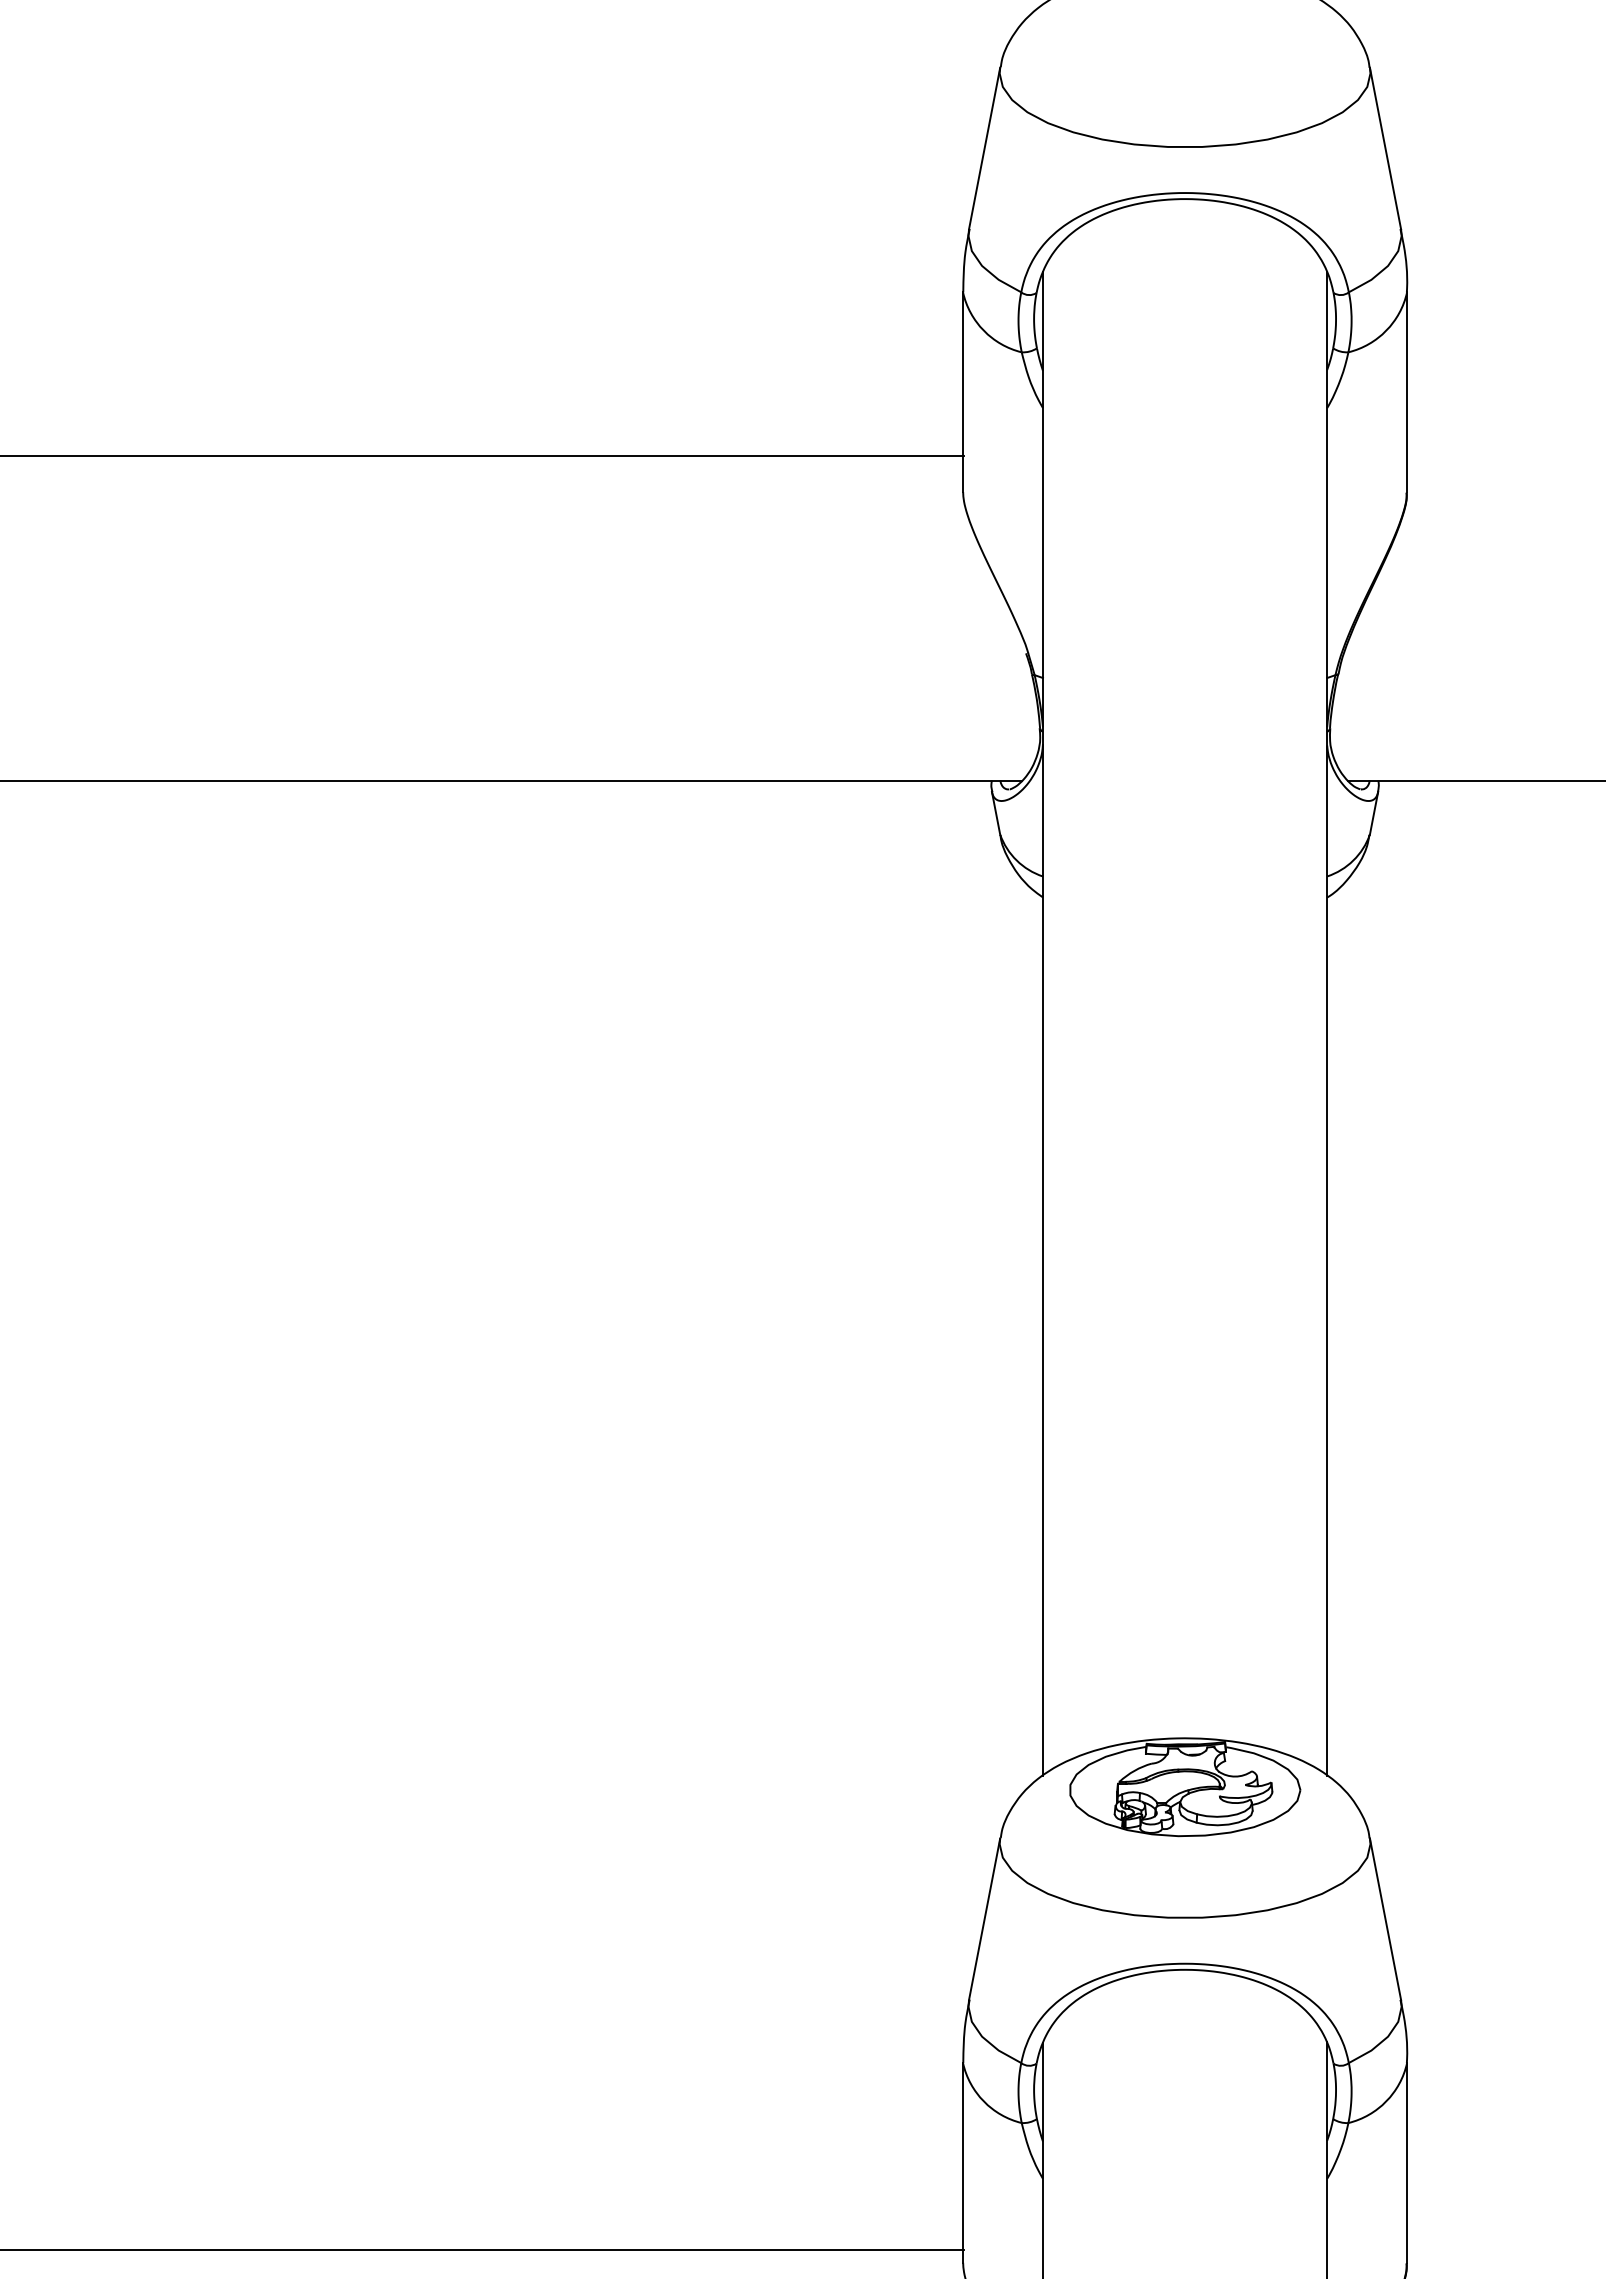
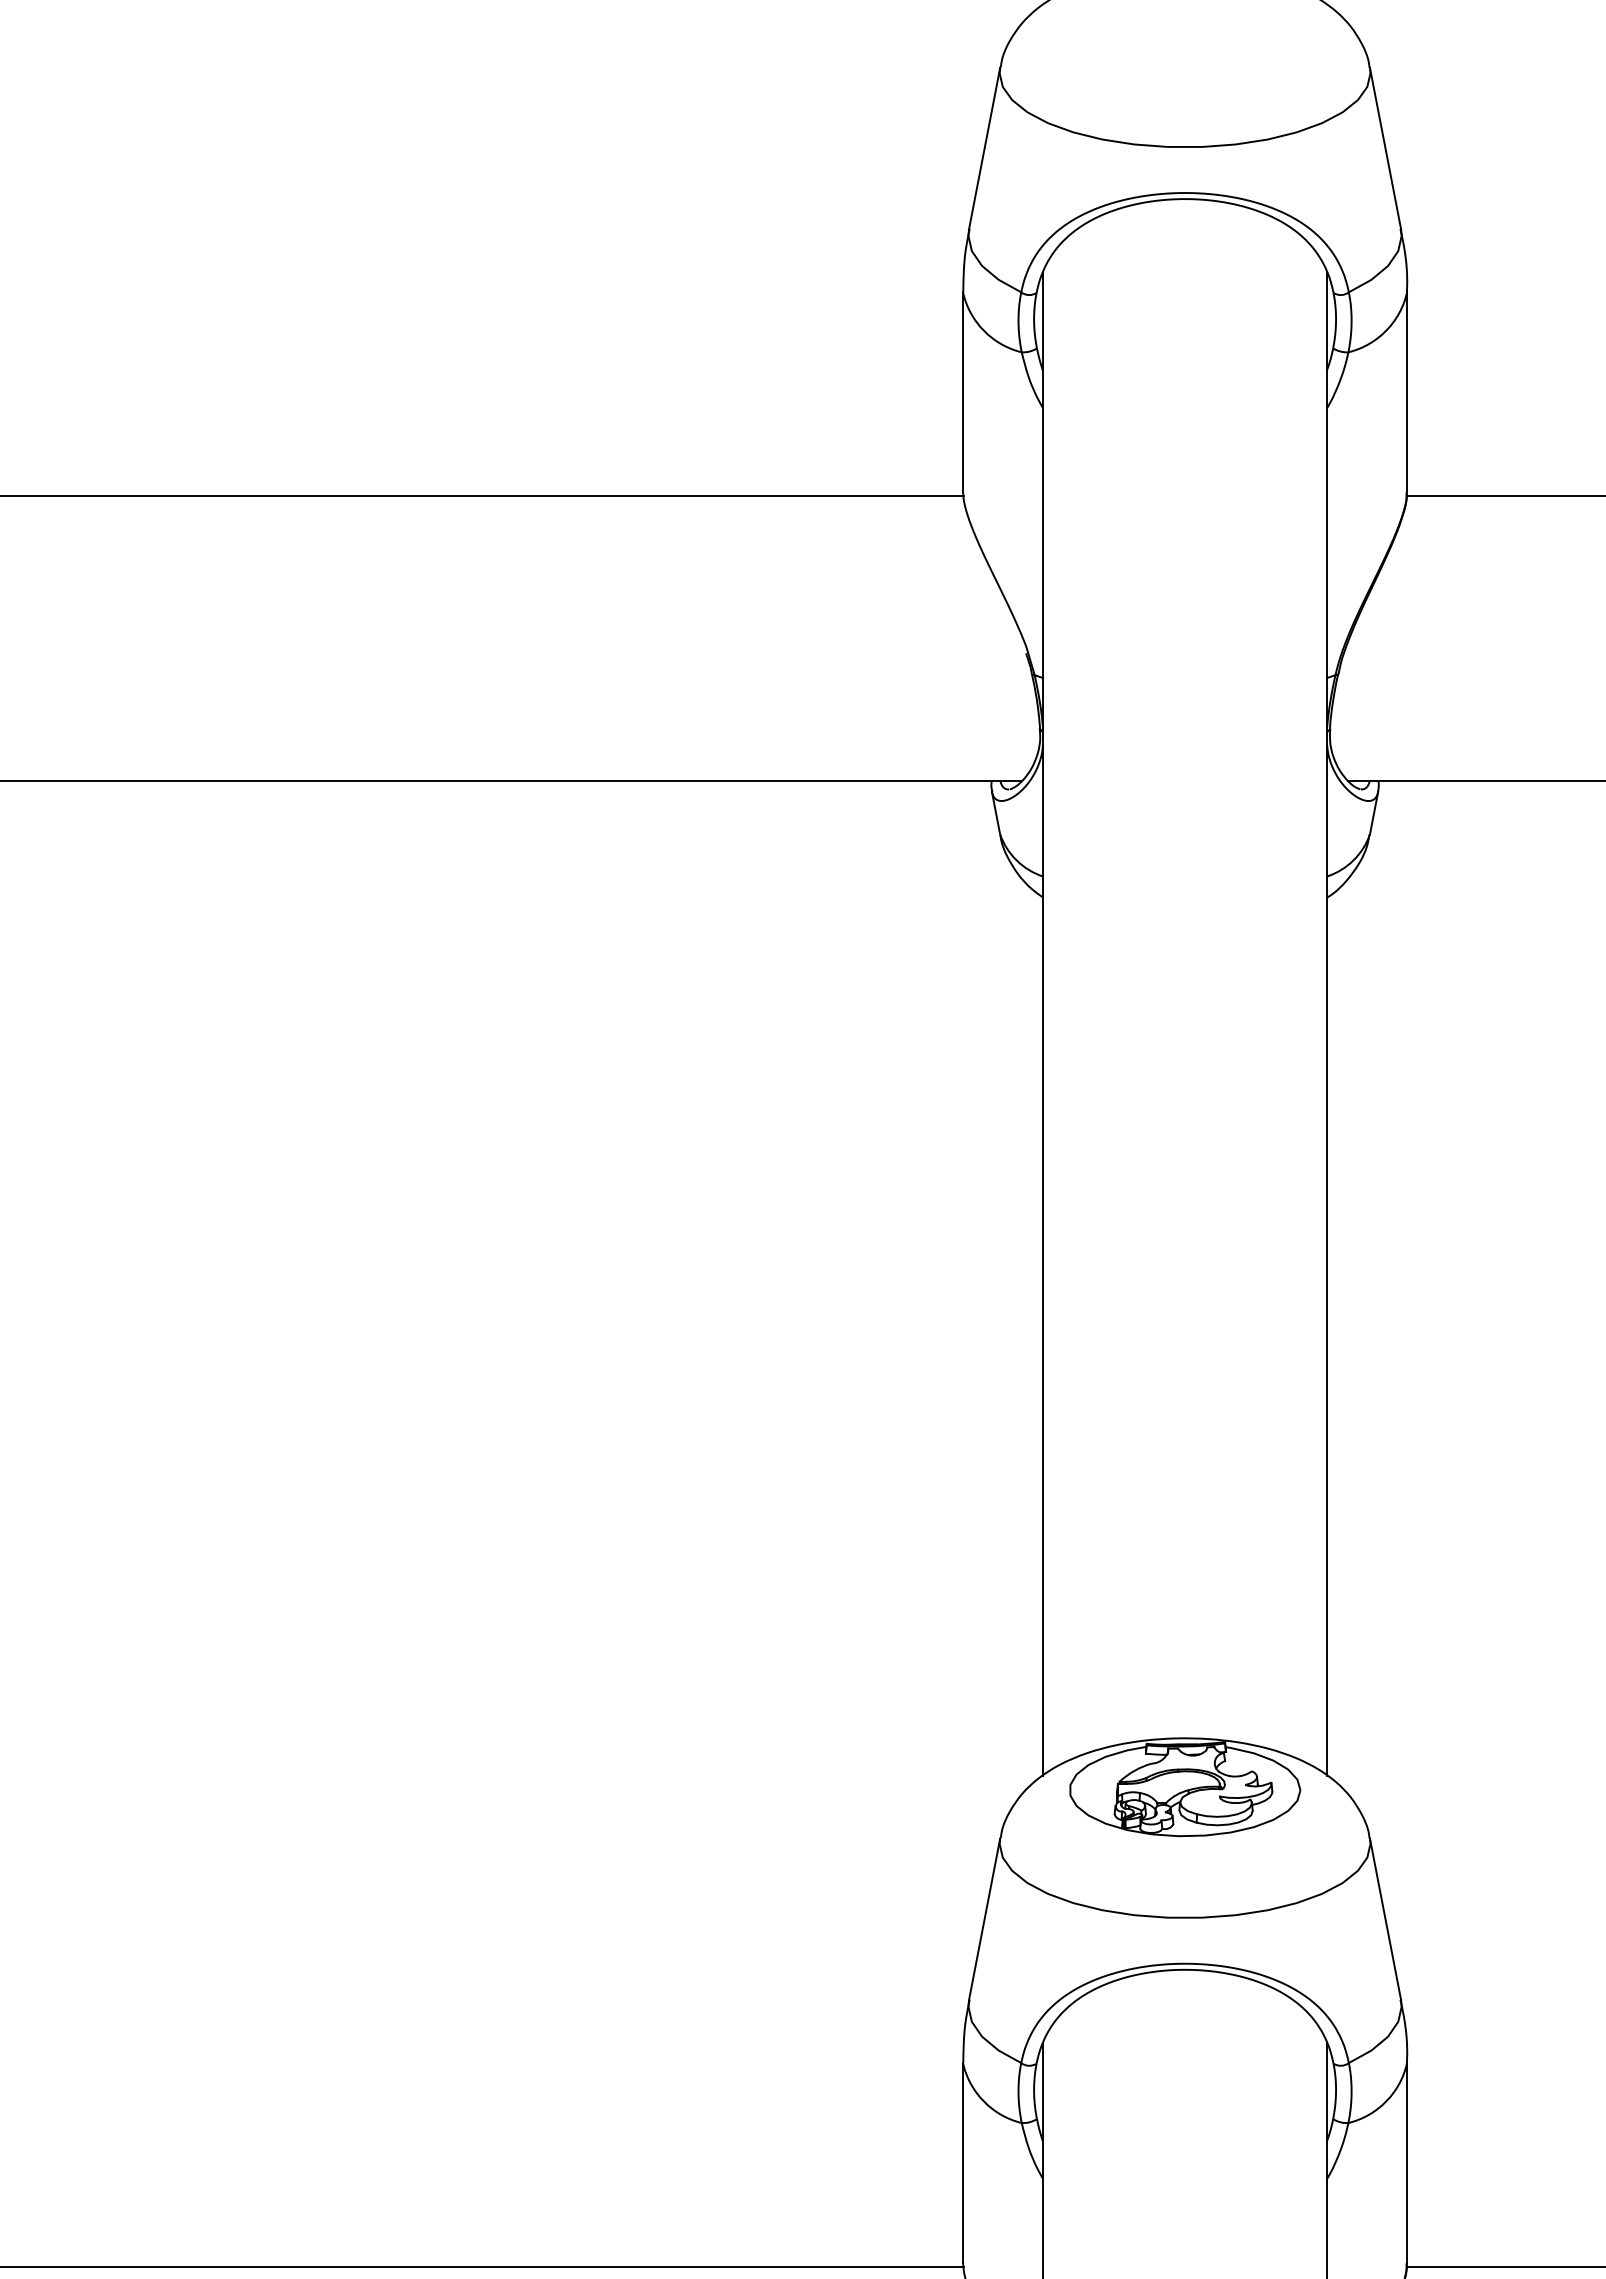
line at (482, 456) position: (482, 456) -> (482, 496)
line at (1504, 496): none -> present
line at (482, 2250) position: (482, 2250) -> (482, 2267)
line at (1504, 2267): none -> present
